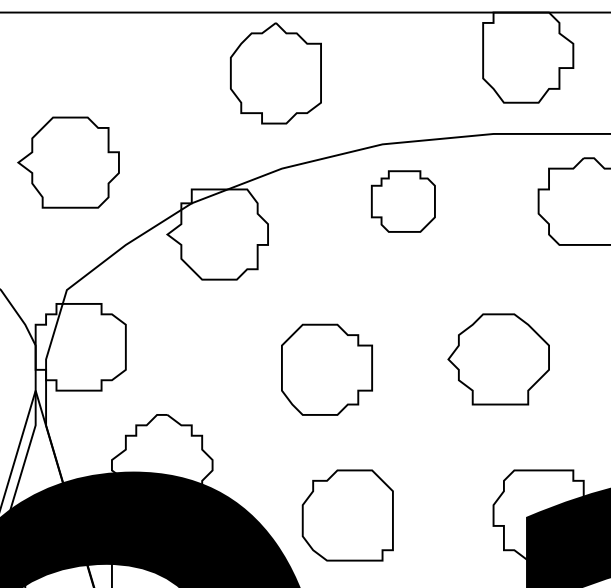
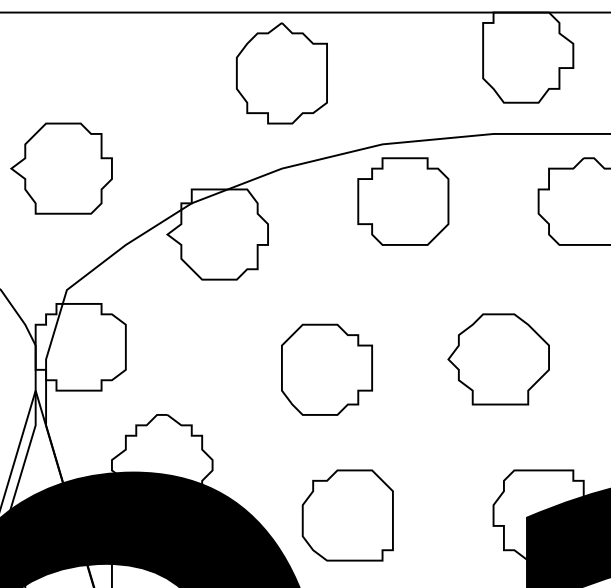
part at (275, 73) position: (275, 73) -> (281, 73)
part at (68, 162) position: (68, 162) -> (61, 168)
part at (403, 201) size: 65x63 px -> 93x89 px
